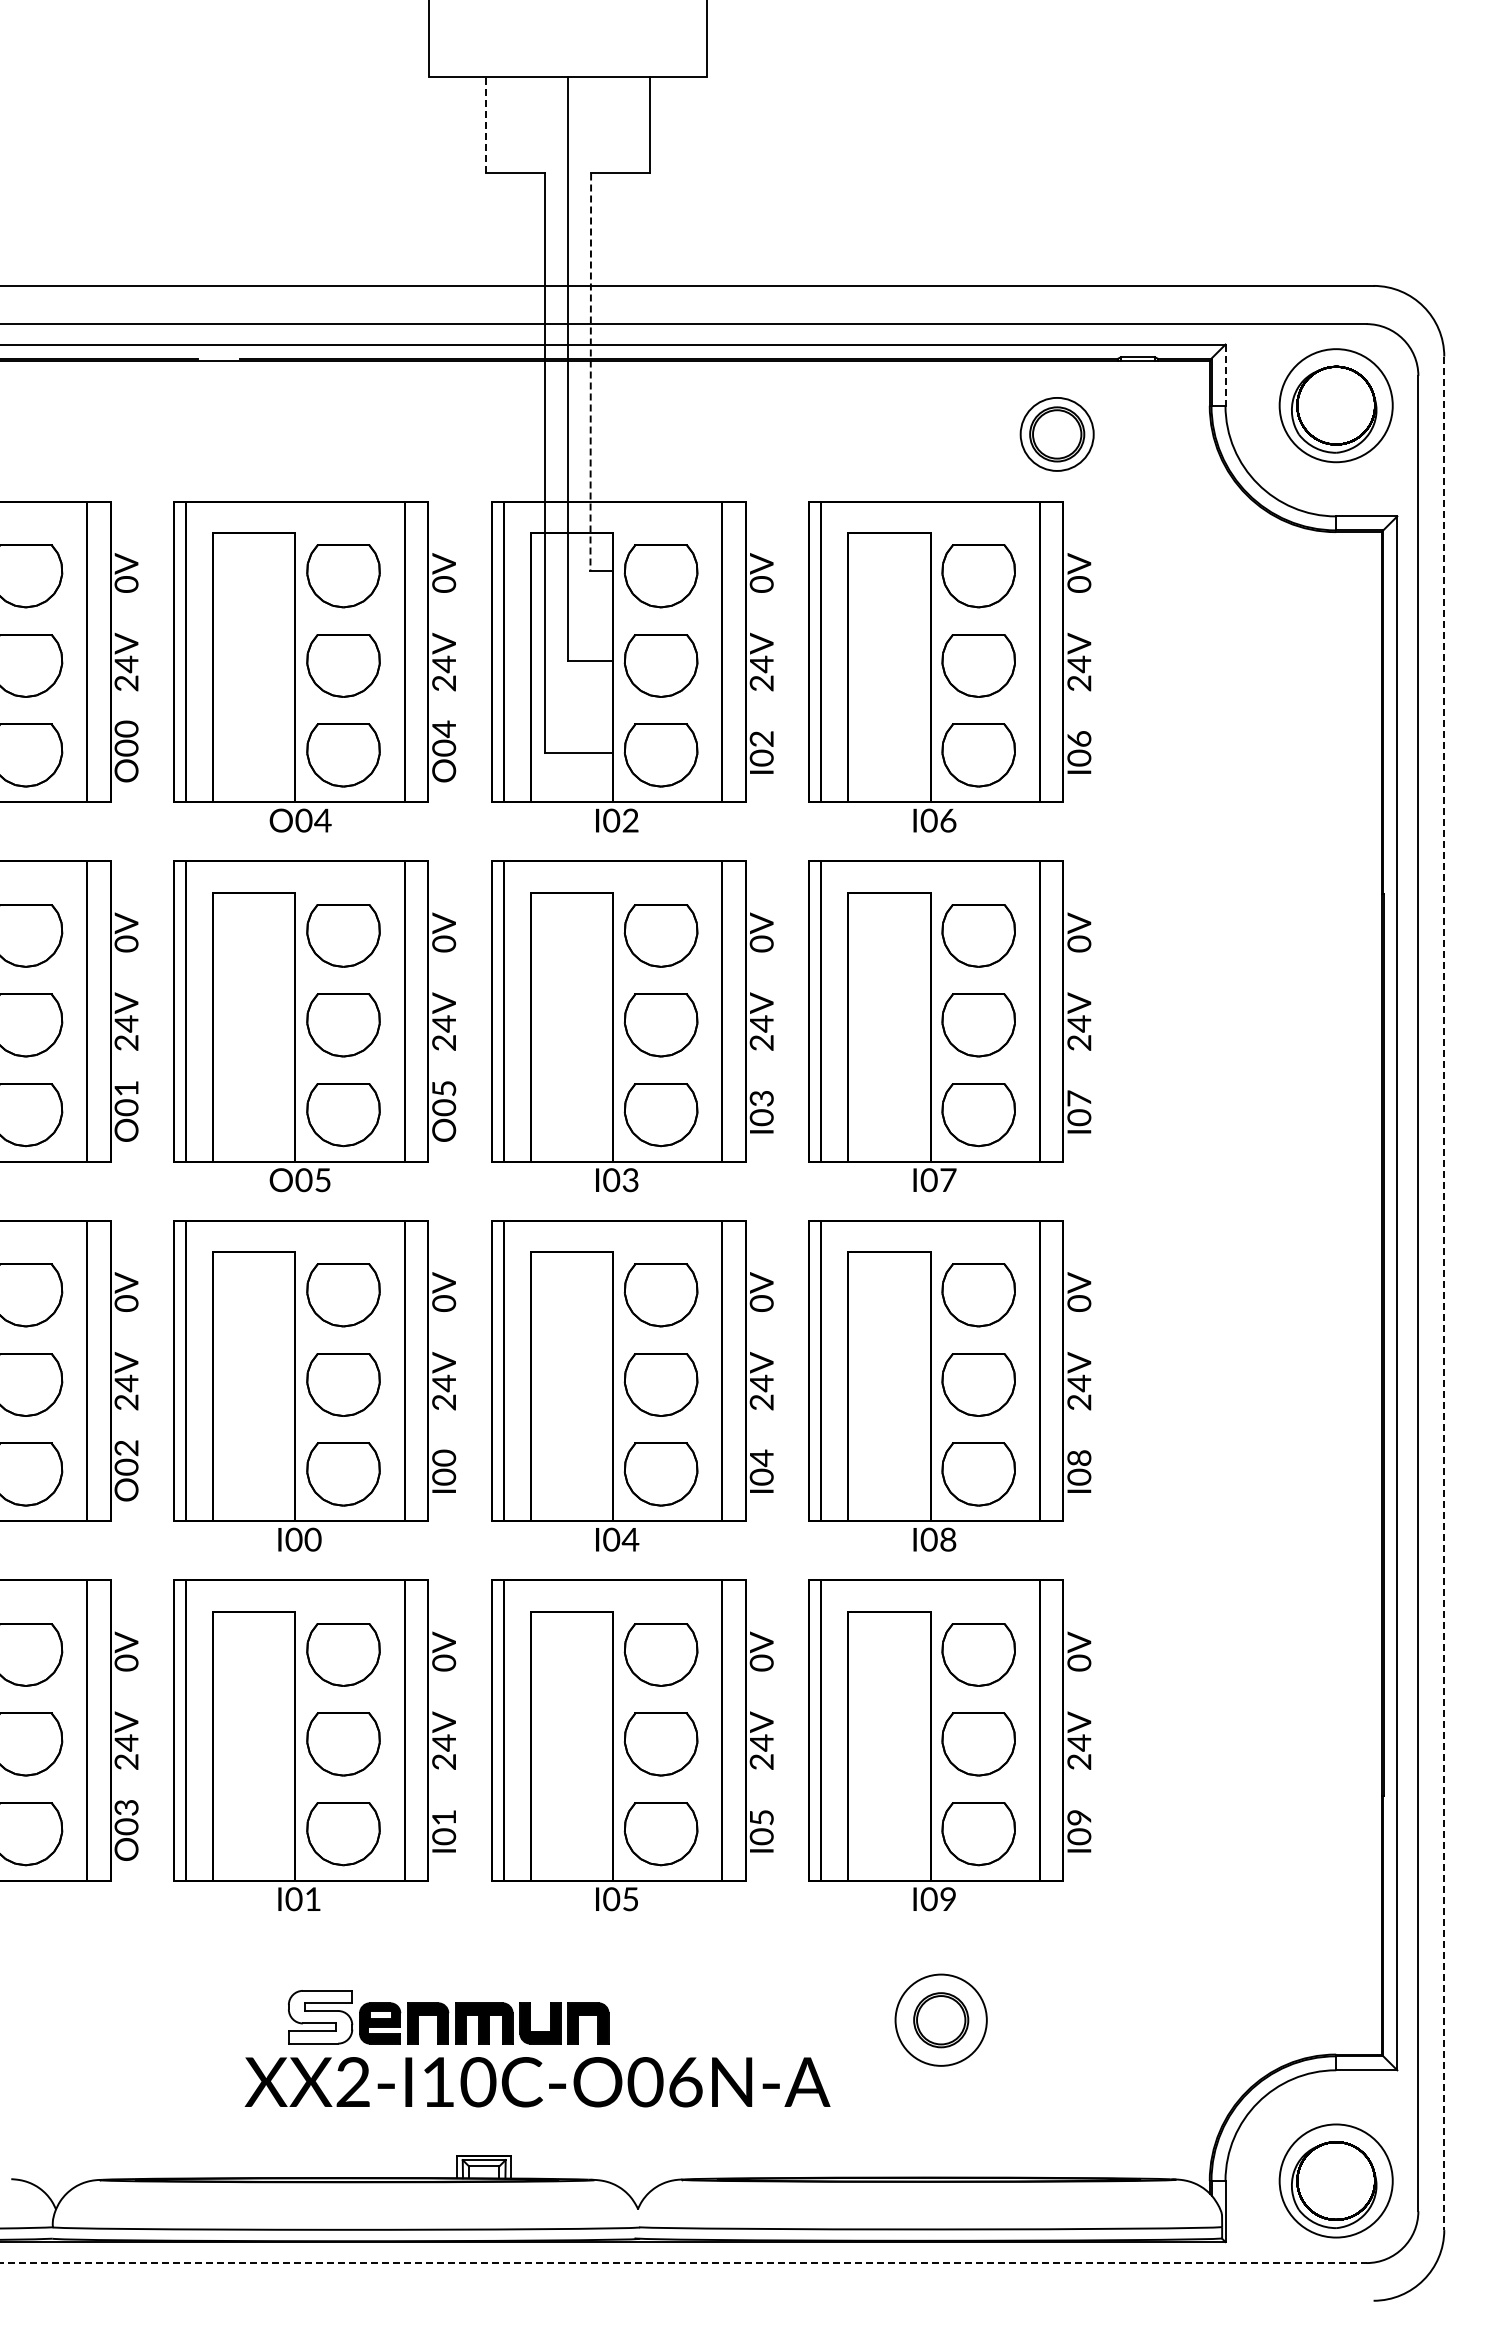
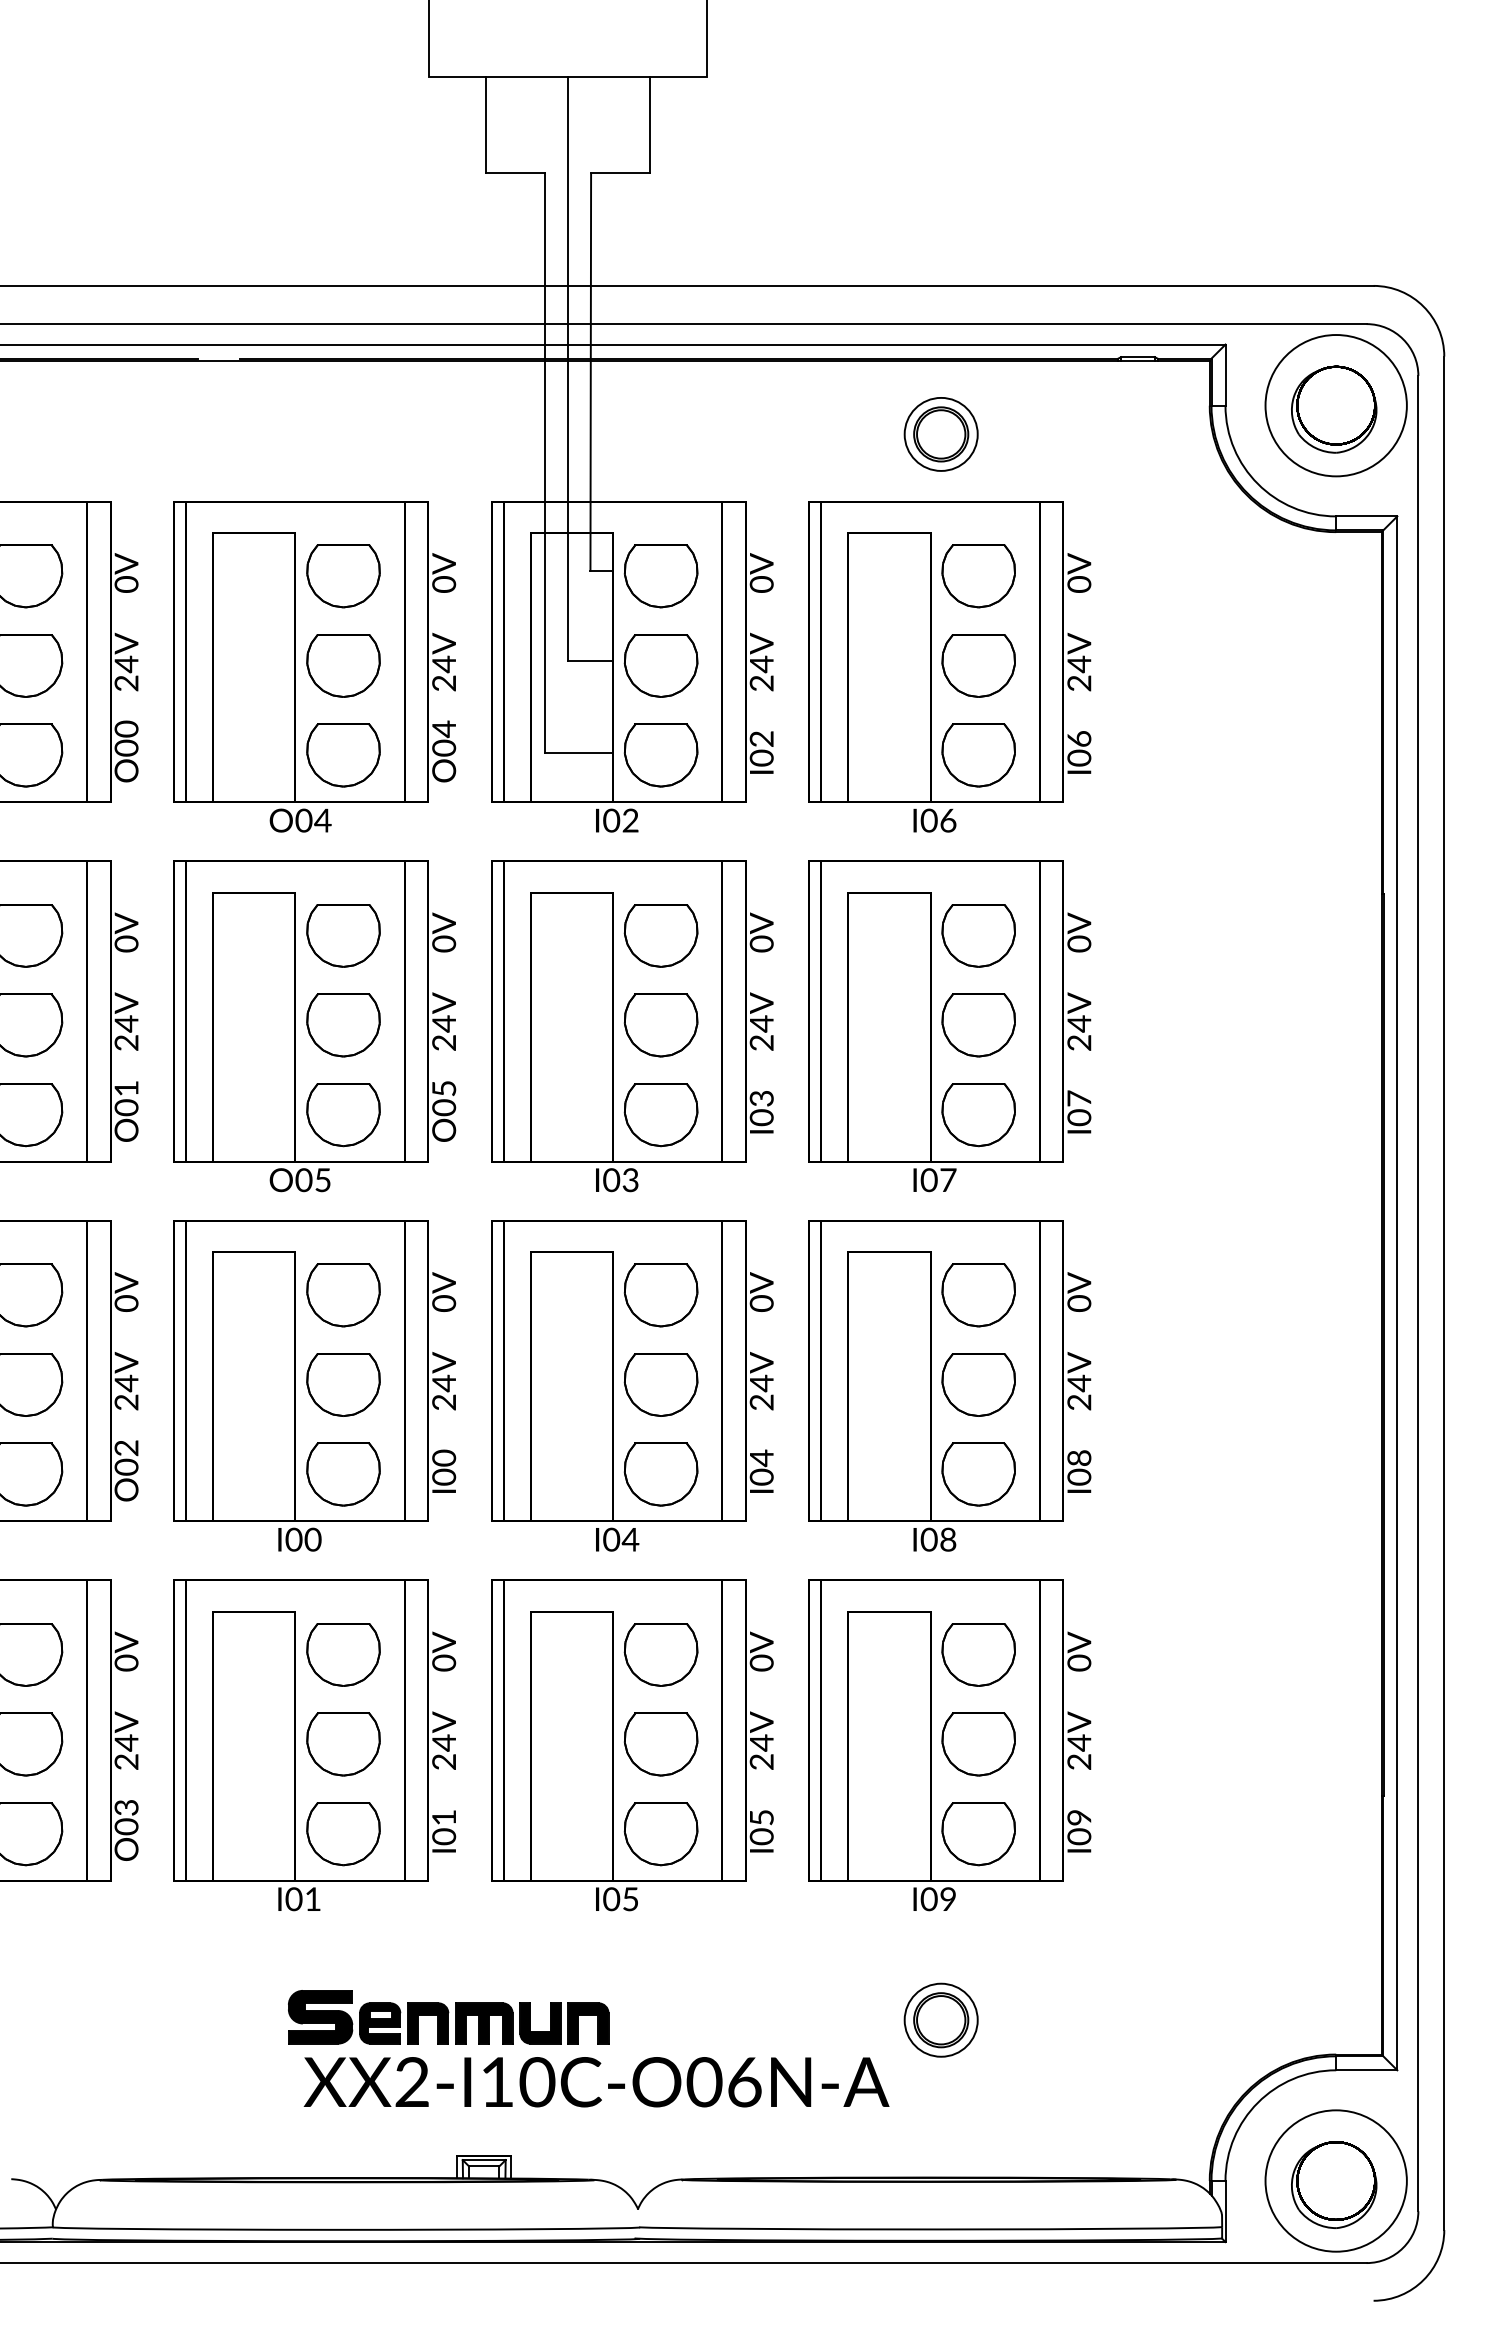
line at (485, 124): dashed -> solid
line at (590, 372): dashed -> solid
line at (1225, 375): dashed -> solid
circle at (1335, 405) diameter: 113 px -> 141 px
part at (1056, 434) position: (1056, 434) -> (940, 434)
line at (1444, 1293): dashed -> solid
fill at (320, 2016): none -> present
circle at (940, 2019) diameter: 91 px -> 73 px
text at (537, 2082) position: (537, 2082) -> (596, 2082)
circle at (1335, 2180) diameter: 113 px -> 141 px
line at (683, 2263): dashed -> solid
